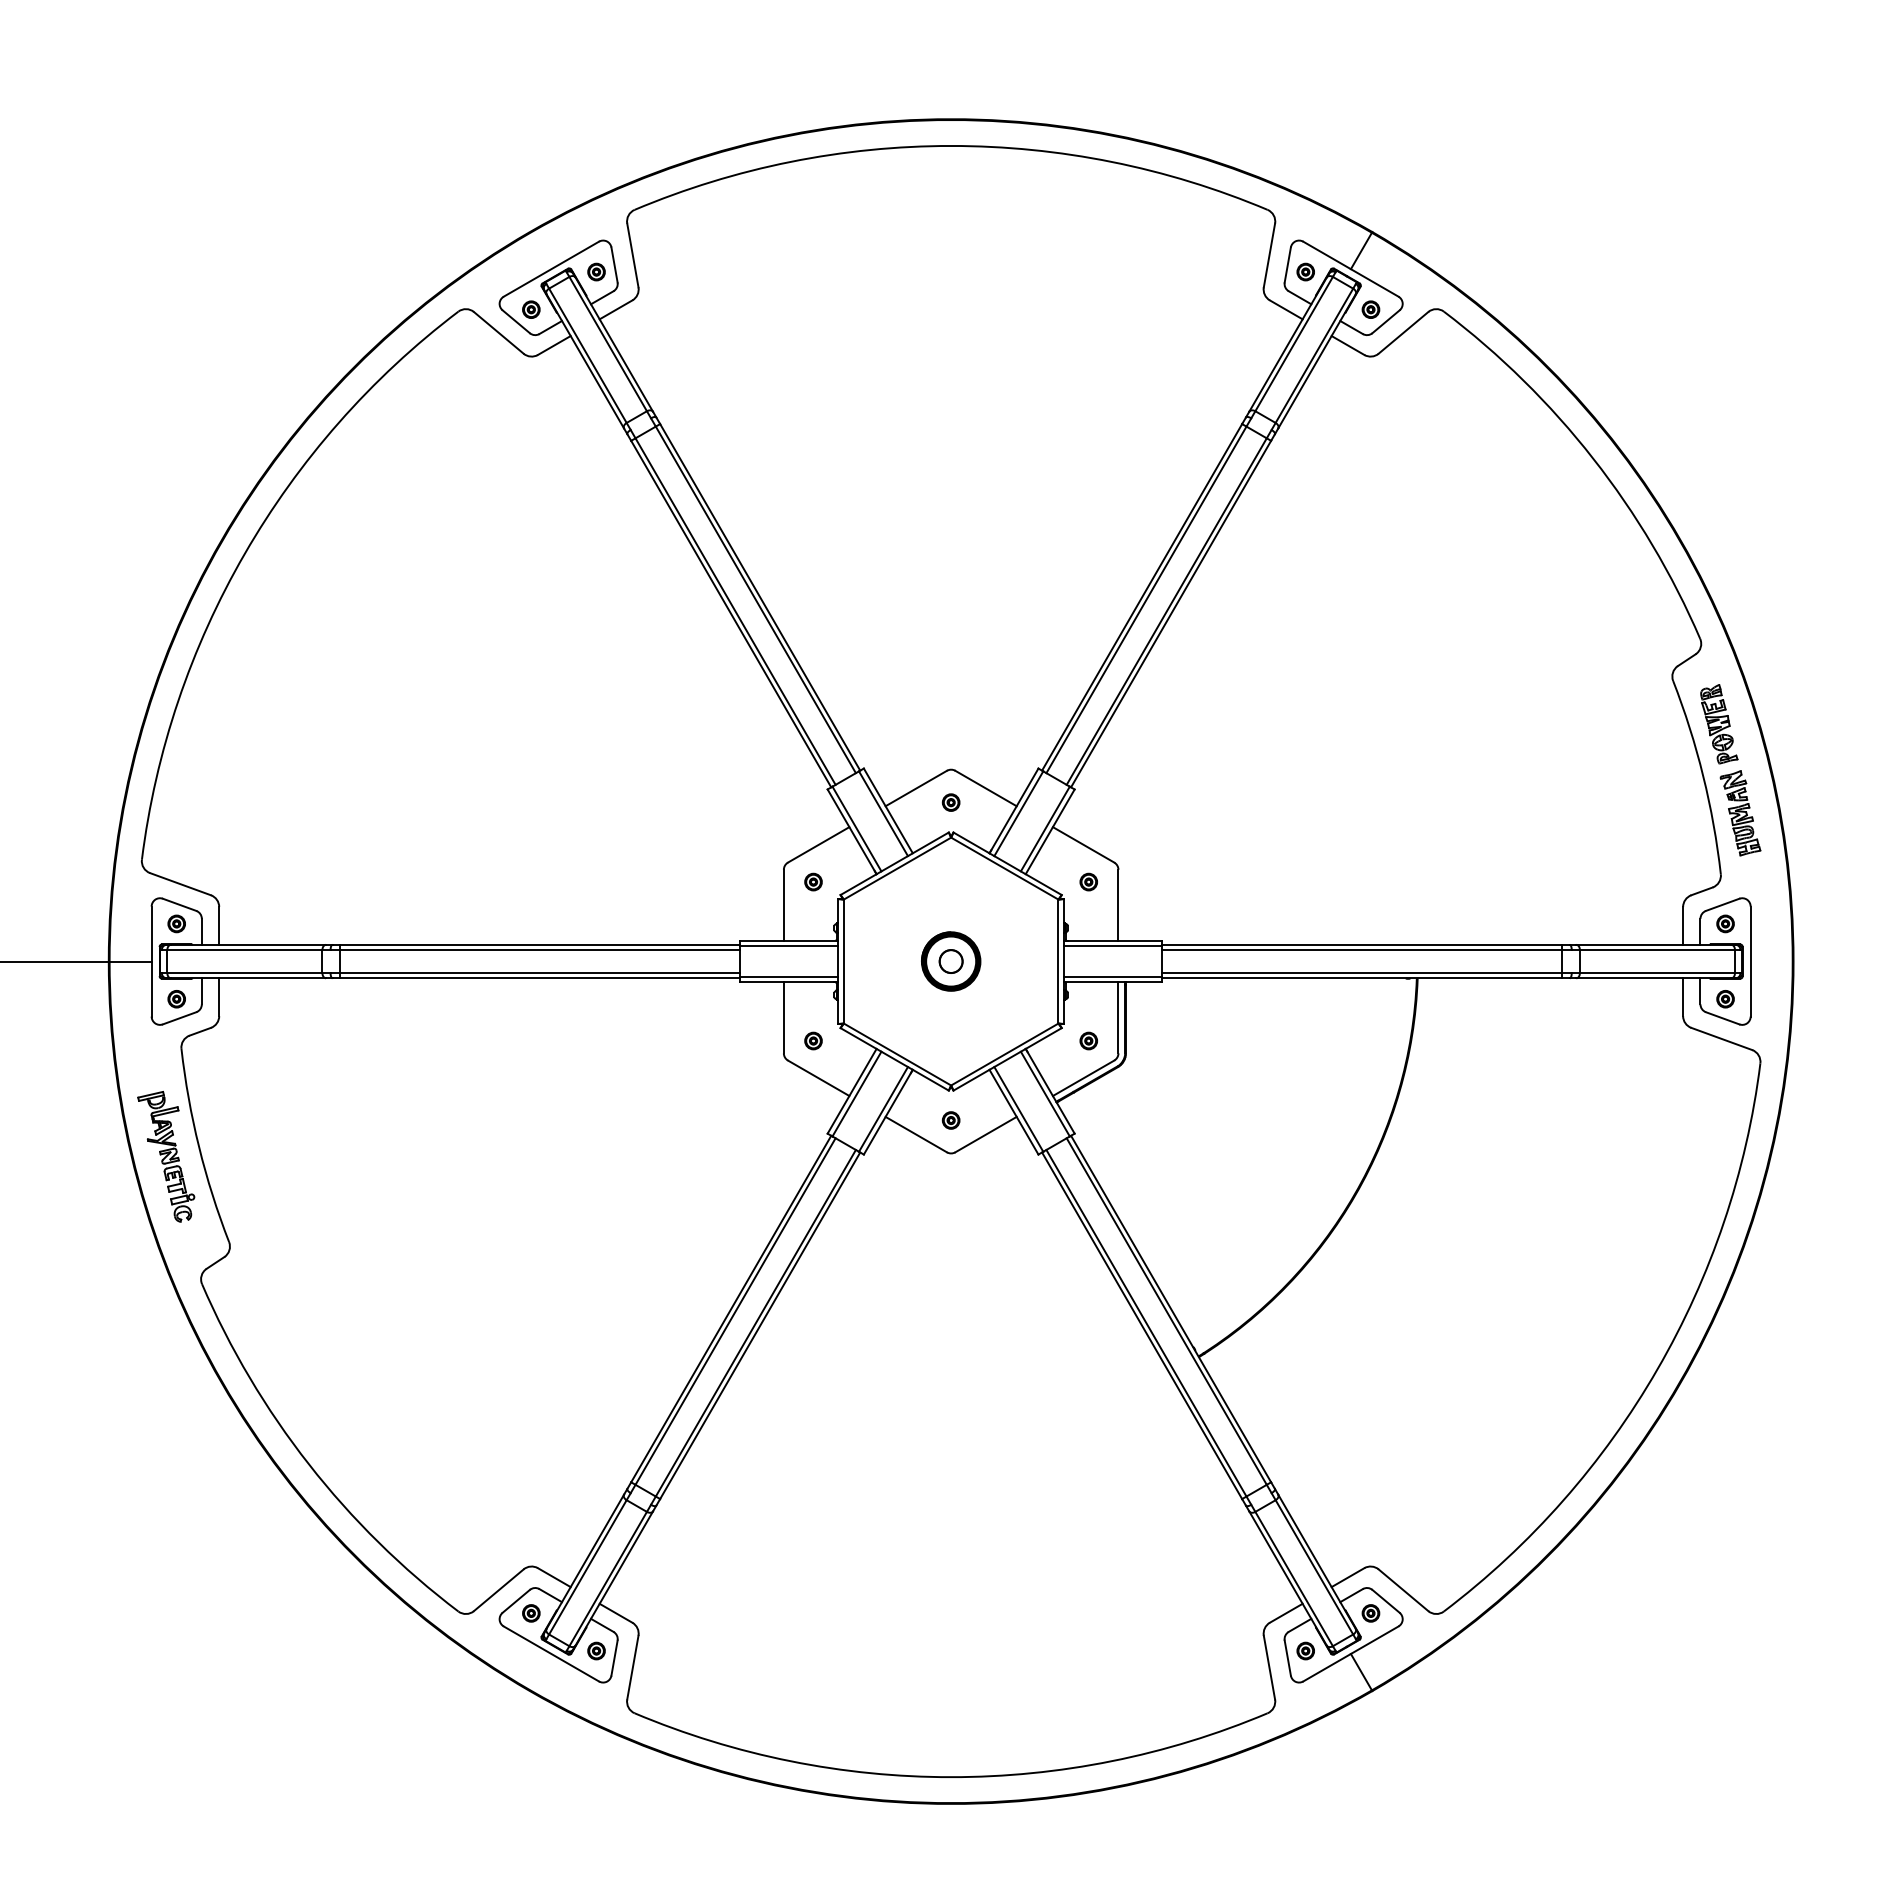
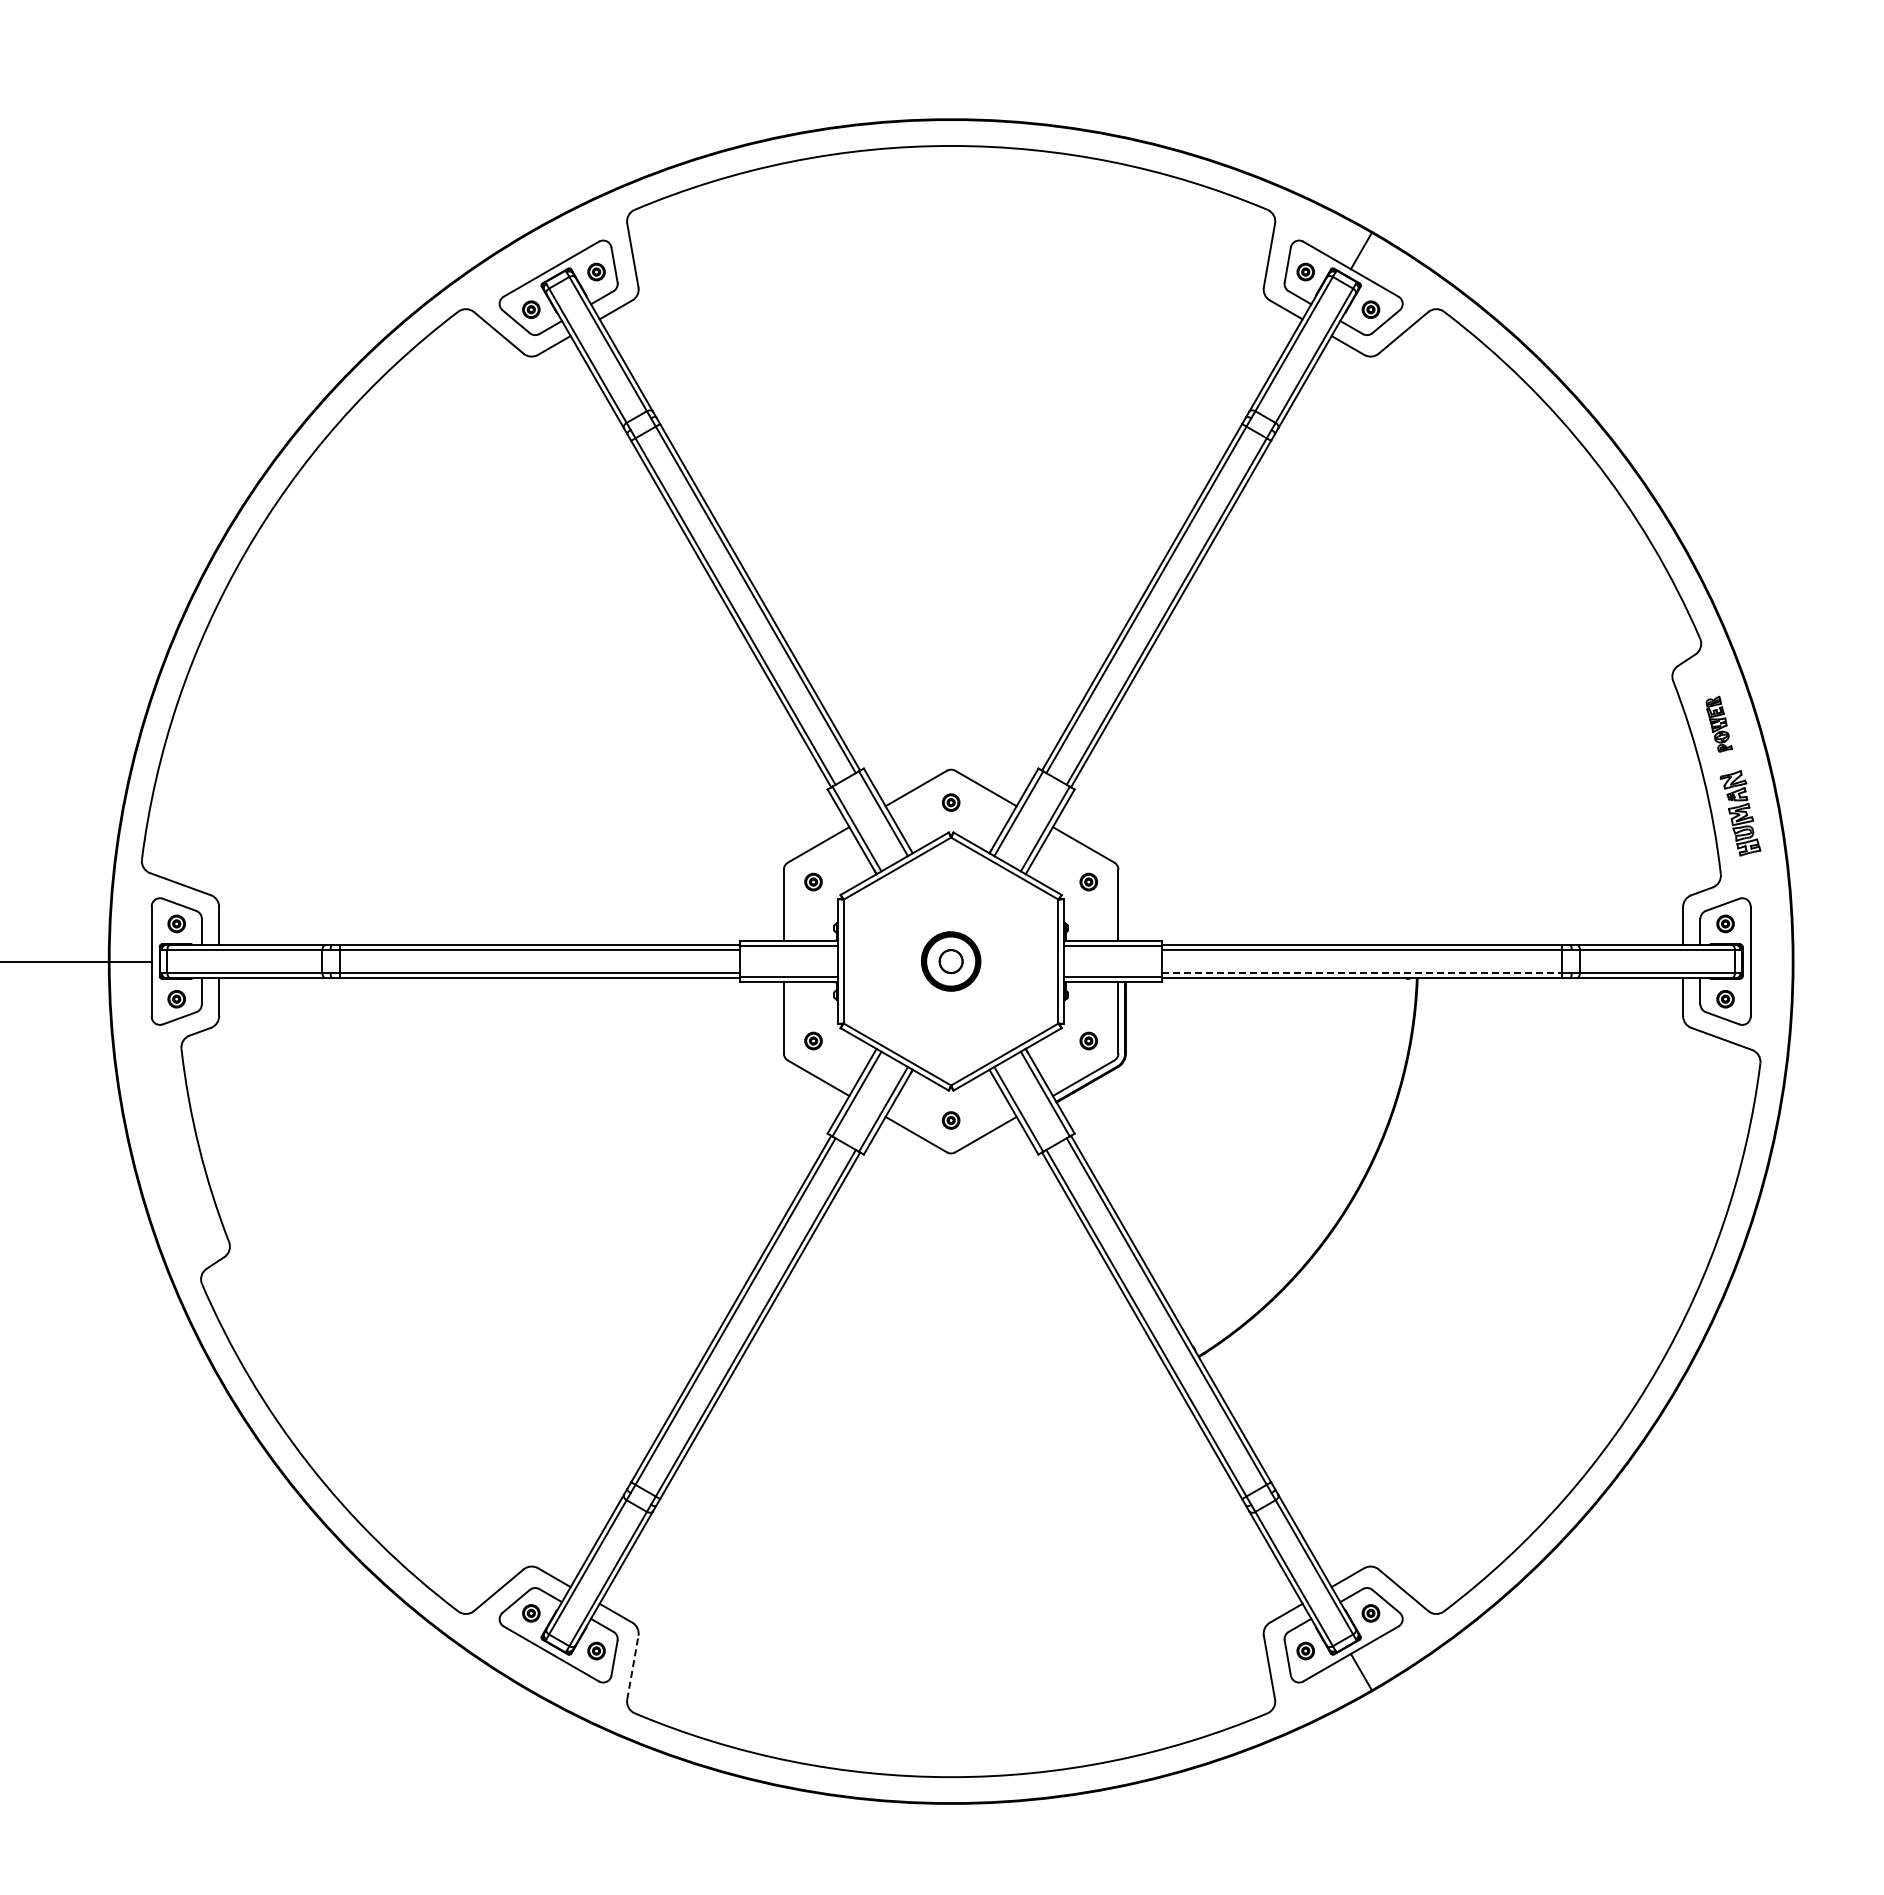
part at (1719, 724) size: 39x81 px -> 29x58 px
line at (1362, 973): solid -> dashed
part at (166, 1156): present -> none
line at (632, 1667): solid -> dashed
